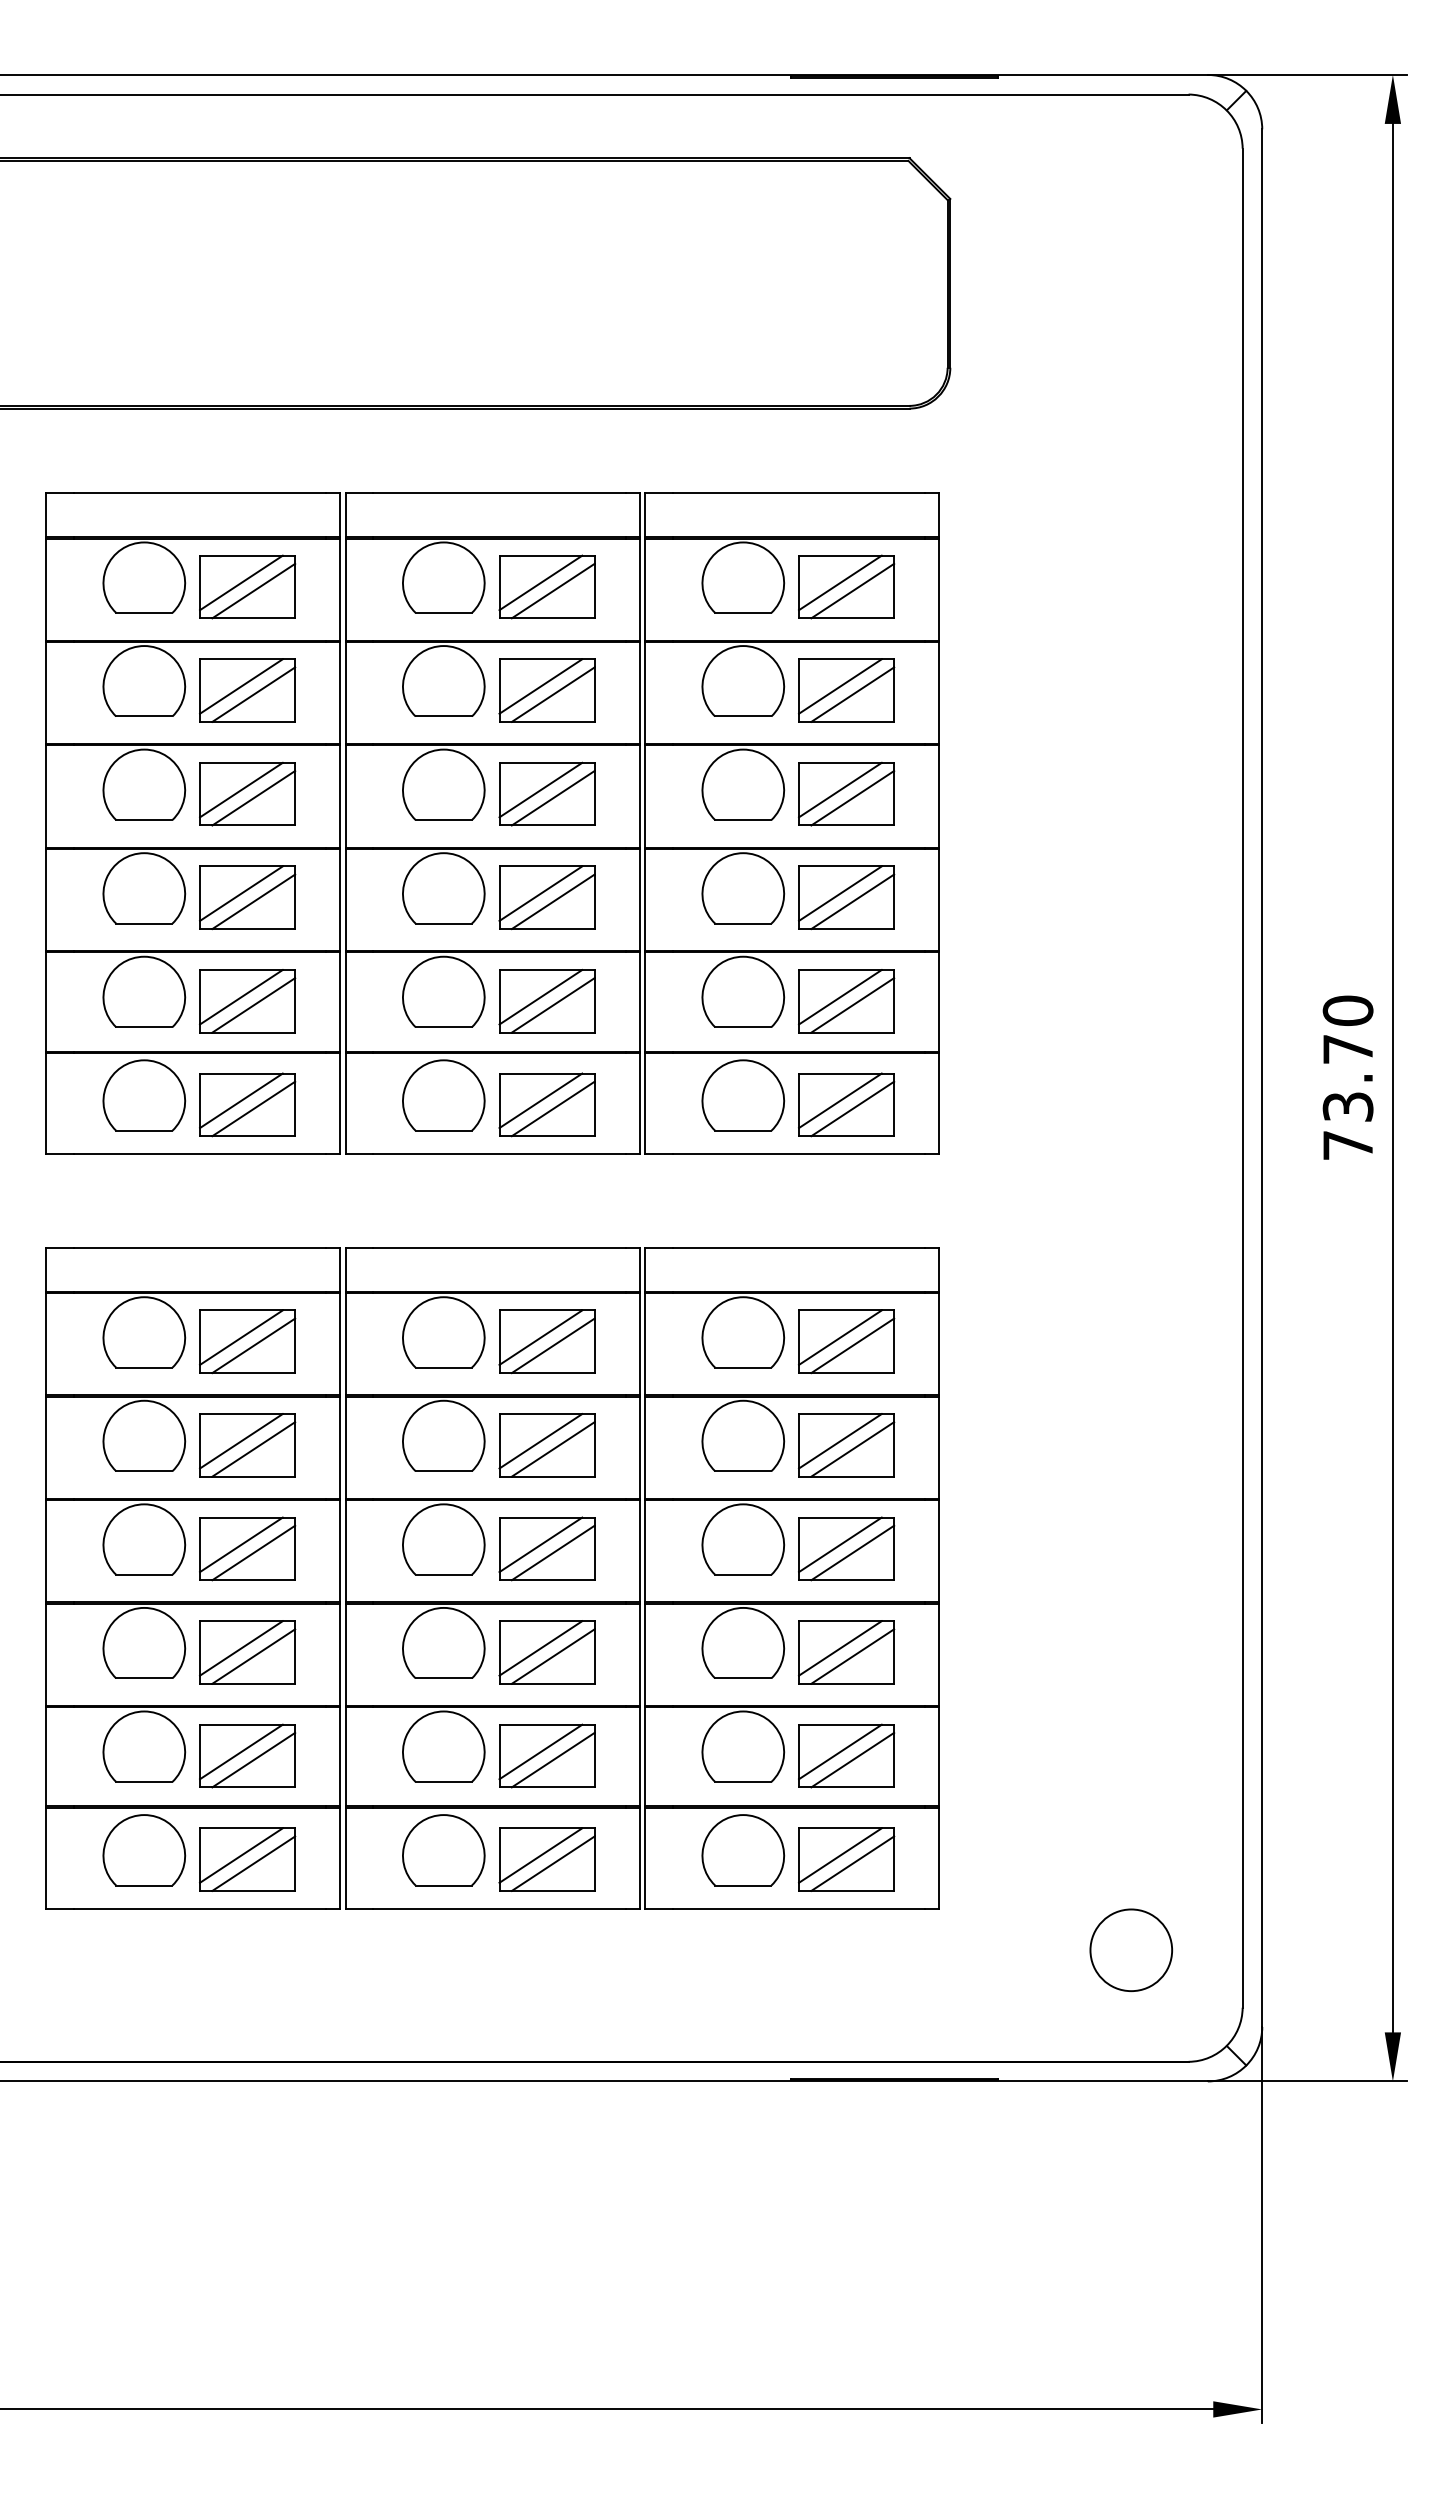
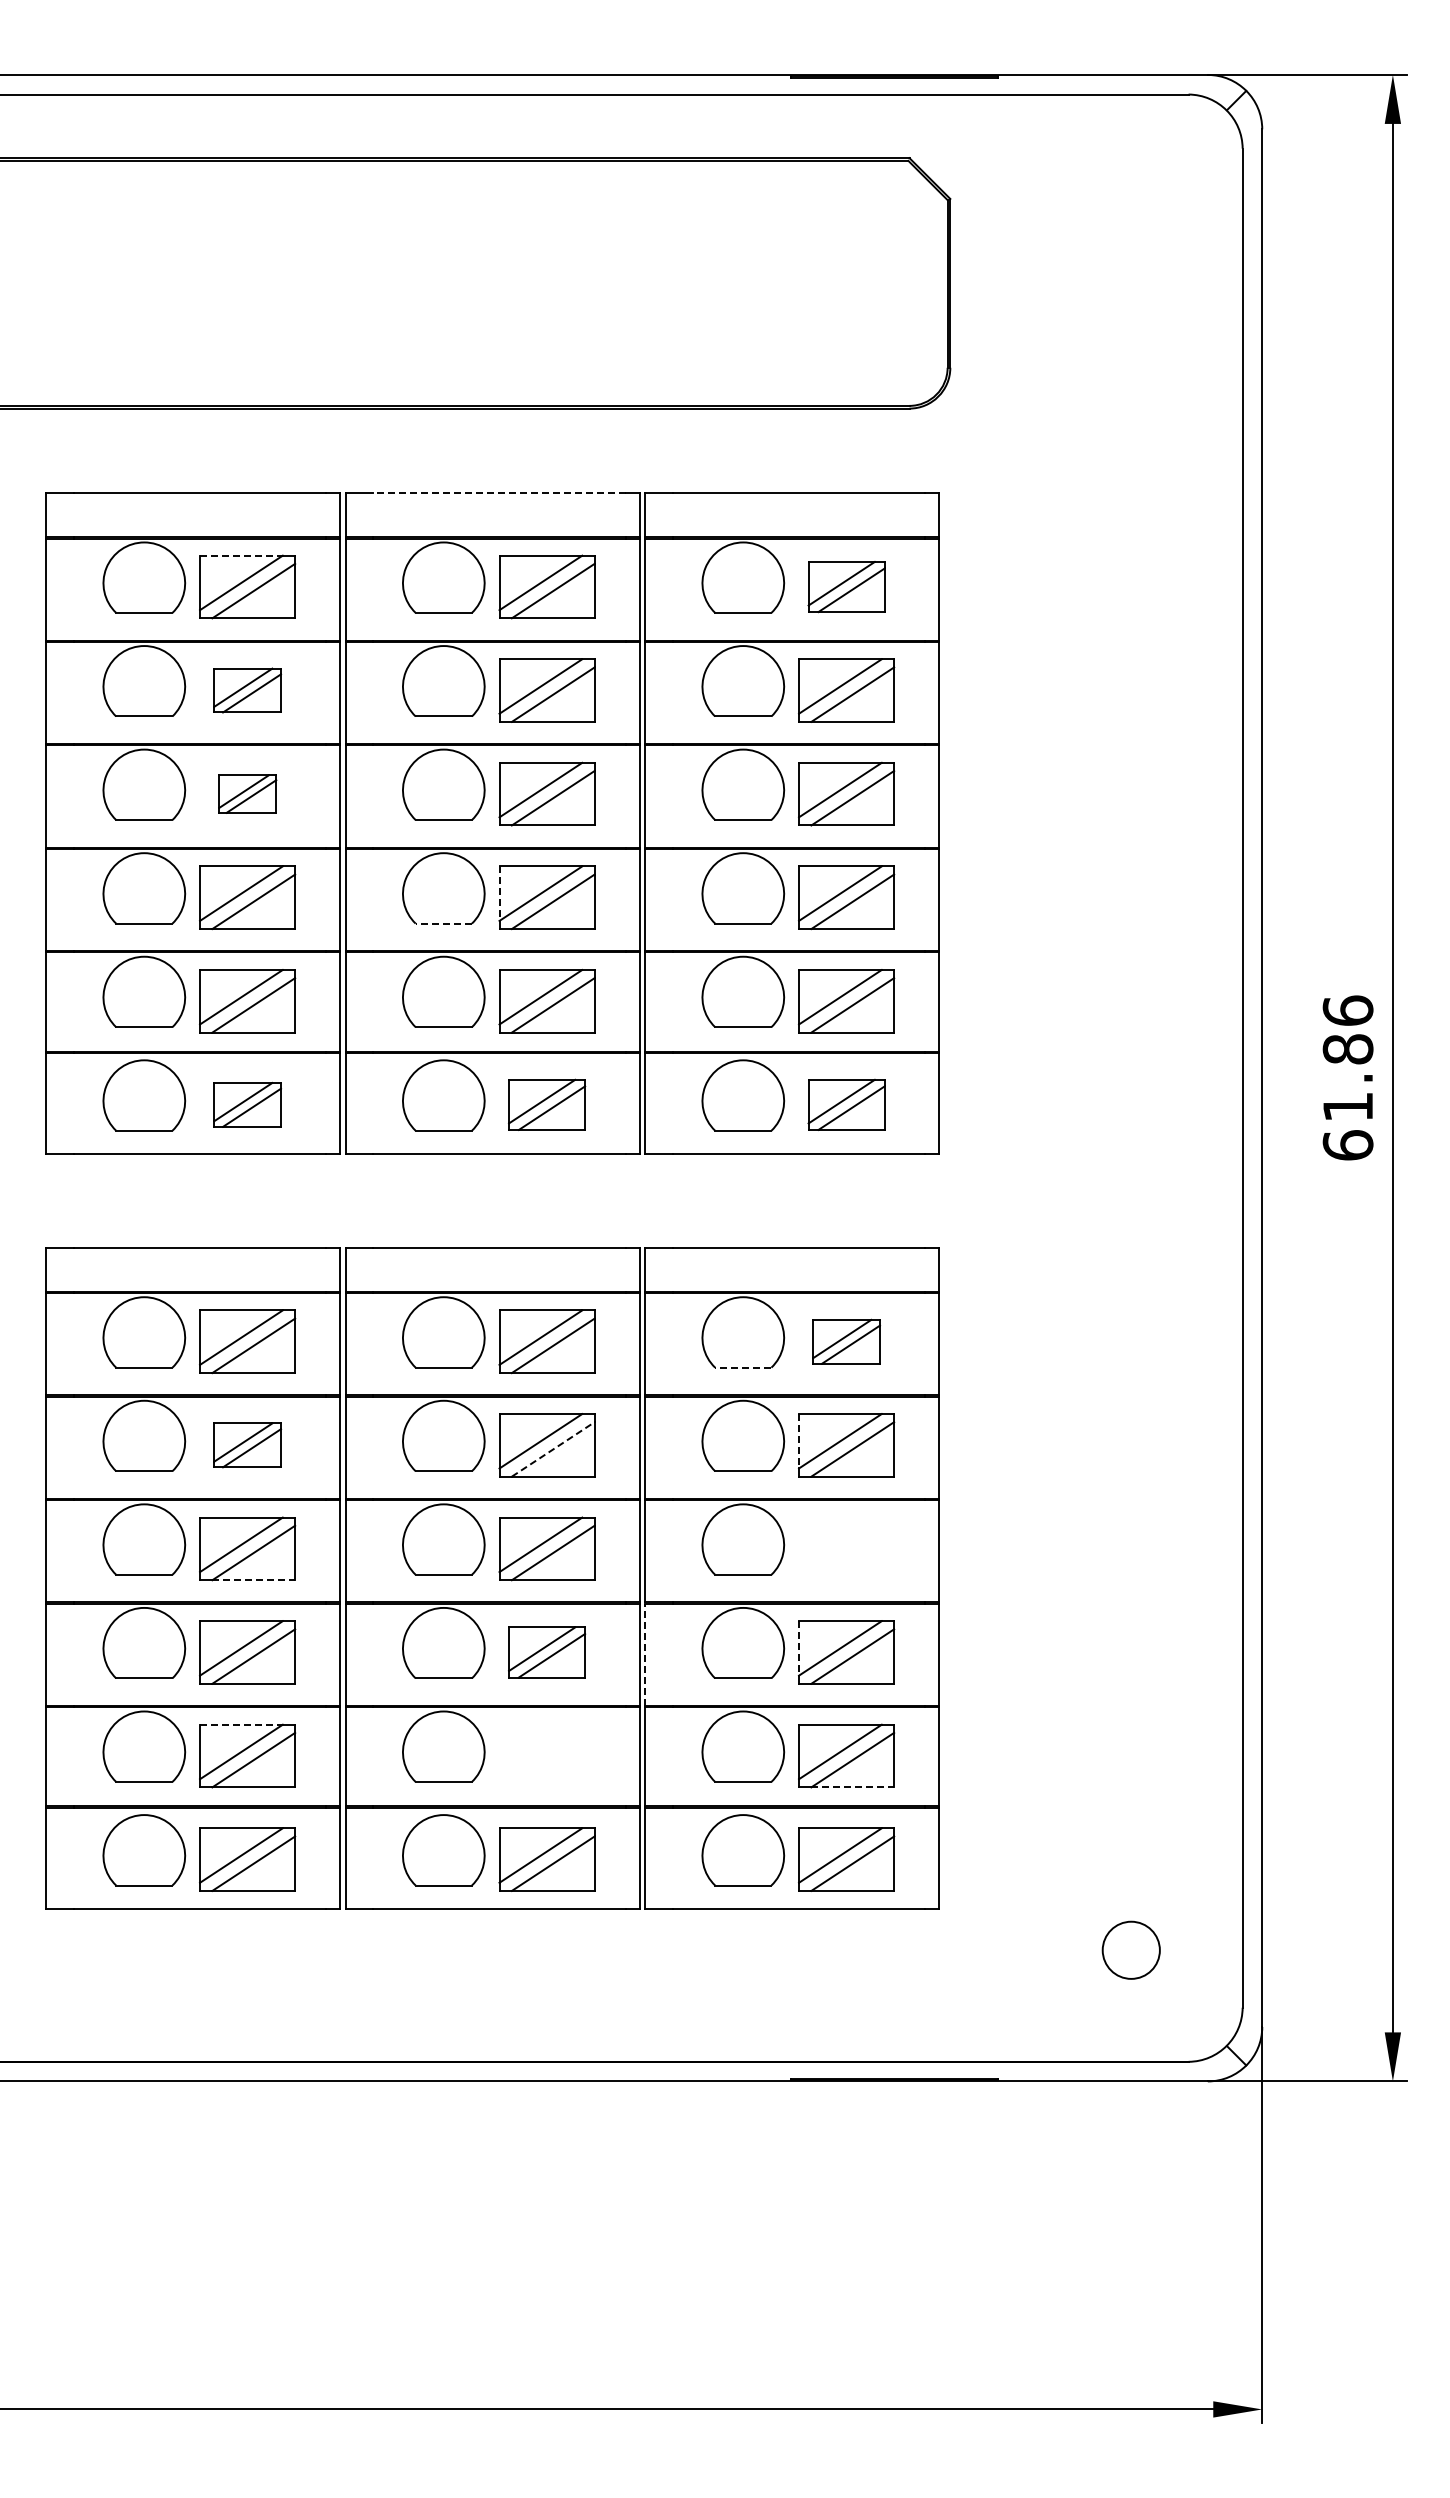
line at (499, 493): solid -> dashed
line at (241, 555): solid -> dashed
part at (846, 586) size: 98x66 px -> 79x53 px
part at (247, 690) size: 98x65 px -> 70x47 px
part at (247, 793) size: 98x66 px -> 60x40 px
line at (499, 894): solid -> dashed
line at (443, 923): solid -> dashed
text at (1347, 1077): 73.70 -> 61.86
part at (247, 1104) size: 98x66 px -> 69x47 px
part at (546, 1104) size: 98x66 px -> 79x53 px
part at (846, 1104) size: 98x66 px -> 79x53 px
part at (846, 1341) size: 98x66 px -> 69x47 px
line at (742, 1367): solid -> dashed
line at (799, 1441): solid -> dashed
part at (247, 1445) size: 98x65 px -> 70x47 px
line at (553, 1449): solid -> dashed
part at (846, 1548): present -> none
line at (254, 1580): solid -> dashed
line at (799, 1648): solid -> dashed
part at (546, 1652) size: 98x65 px -> 79x53 px
line at (645, 1654): solid -> dashed
line at (241, 1724): solid -> dashed
part at (546, 1755): present -> none
line at (853, 1787): solid -> dashed
circle at (1131, 1950) diameter: 82 px -> 57 px
